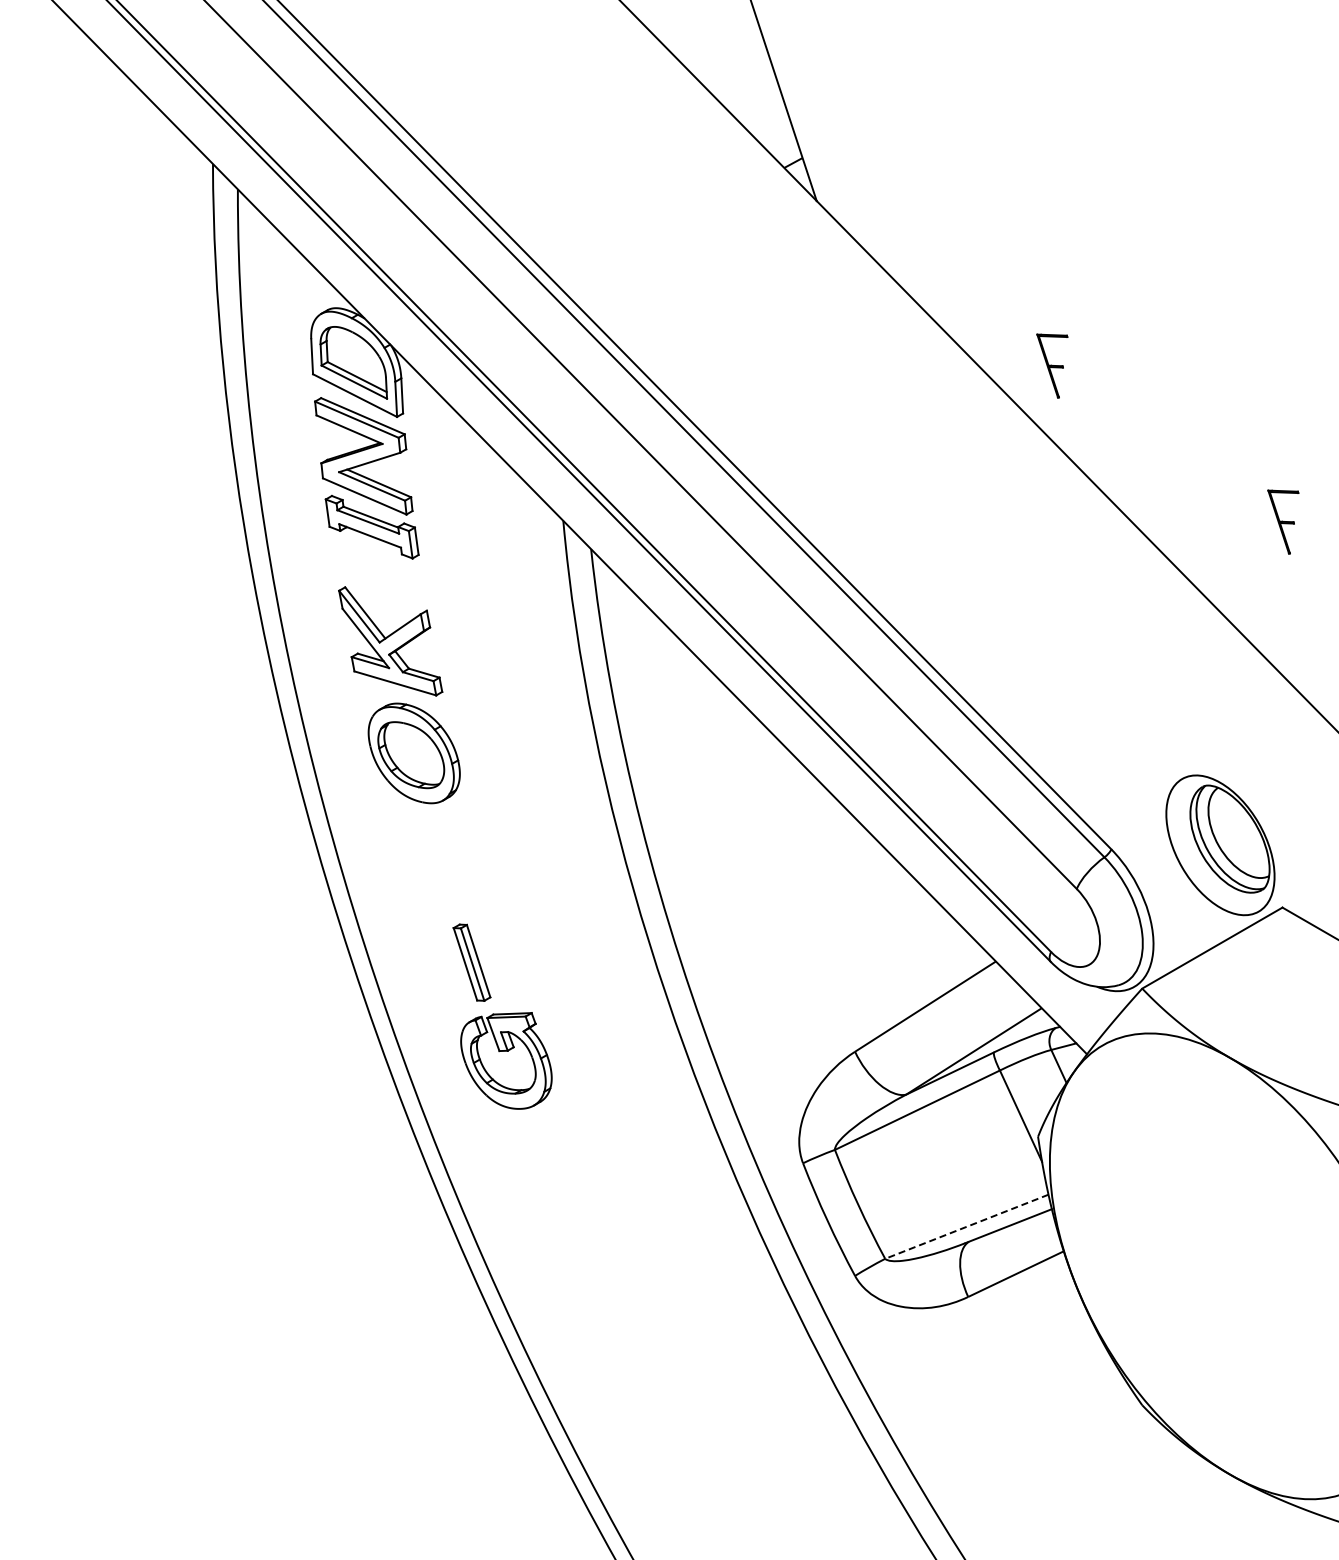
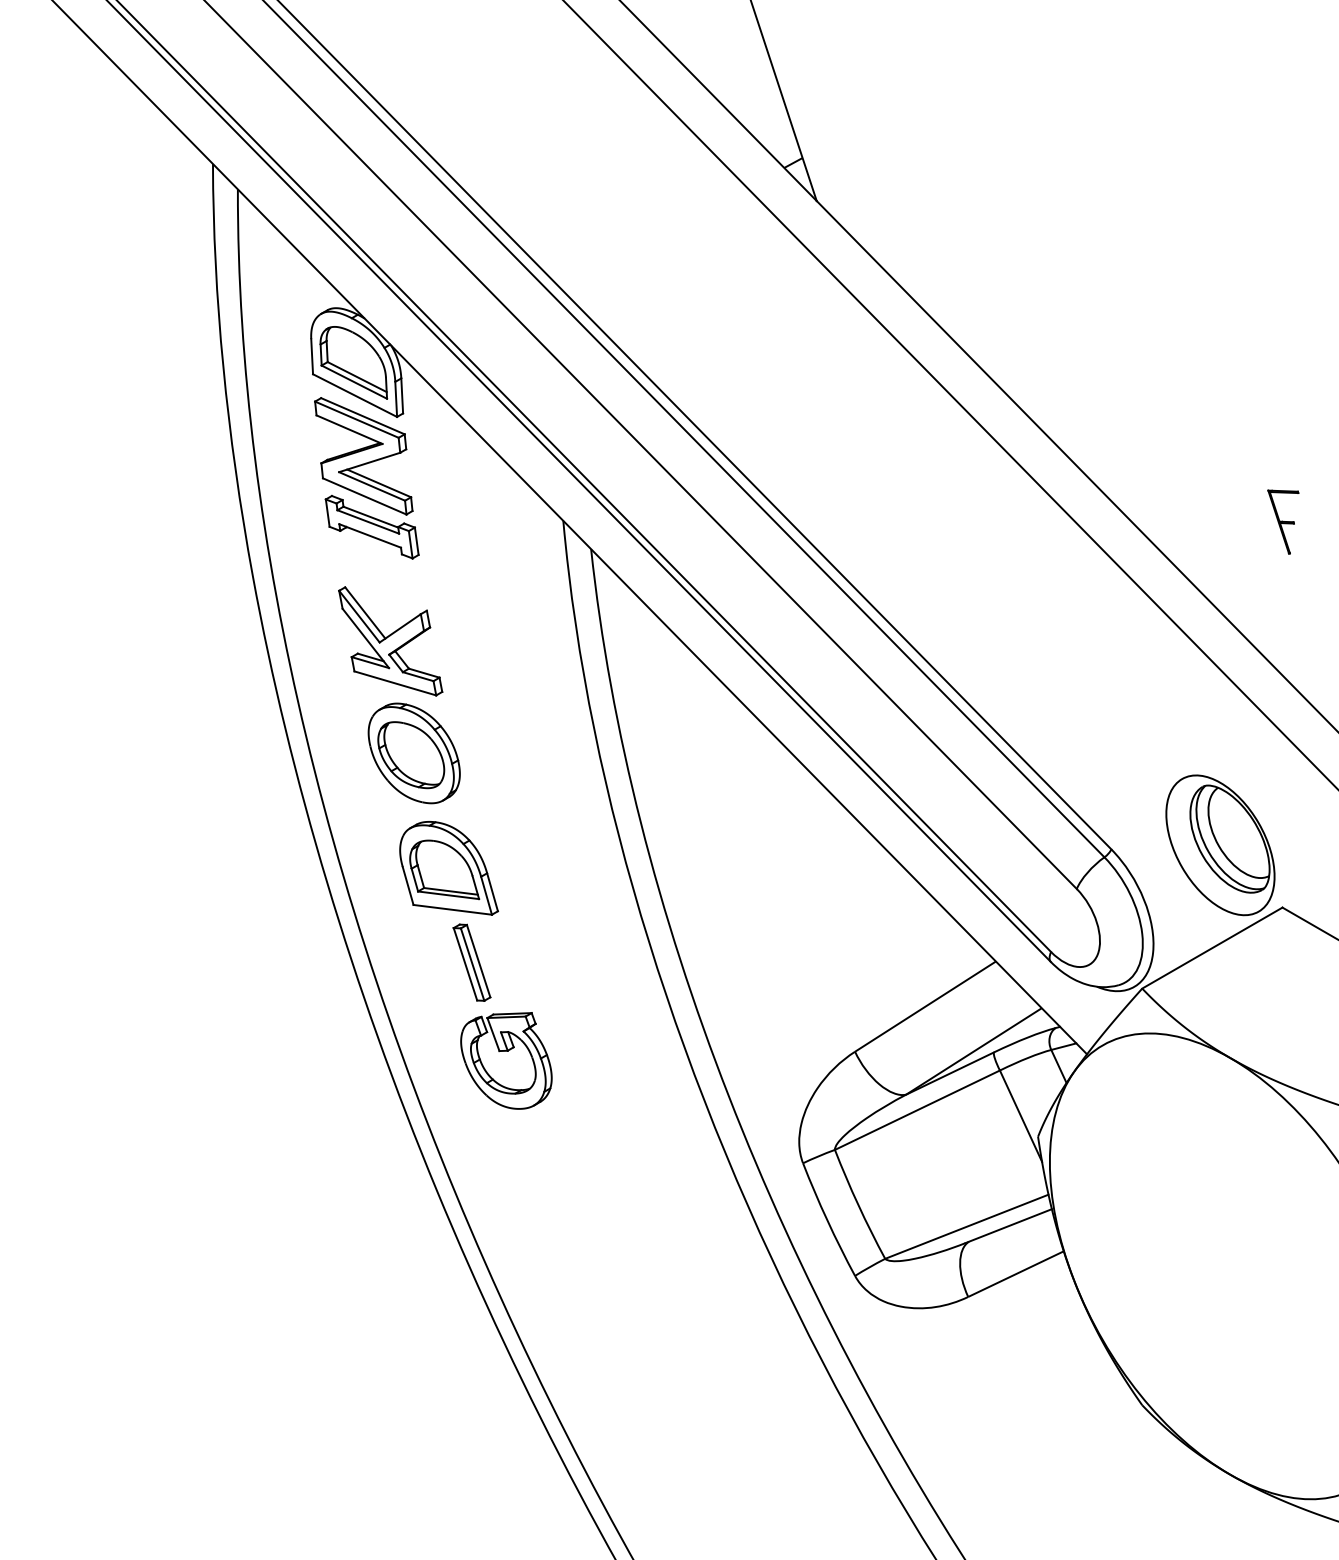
part at (1052, 365): present -> none
line at (950, 394): none -> present
part at (448, 868): none -> present
line at (966, 1226): dashed -> solid
